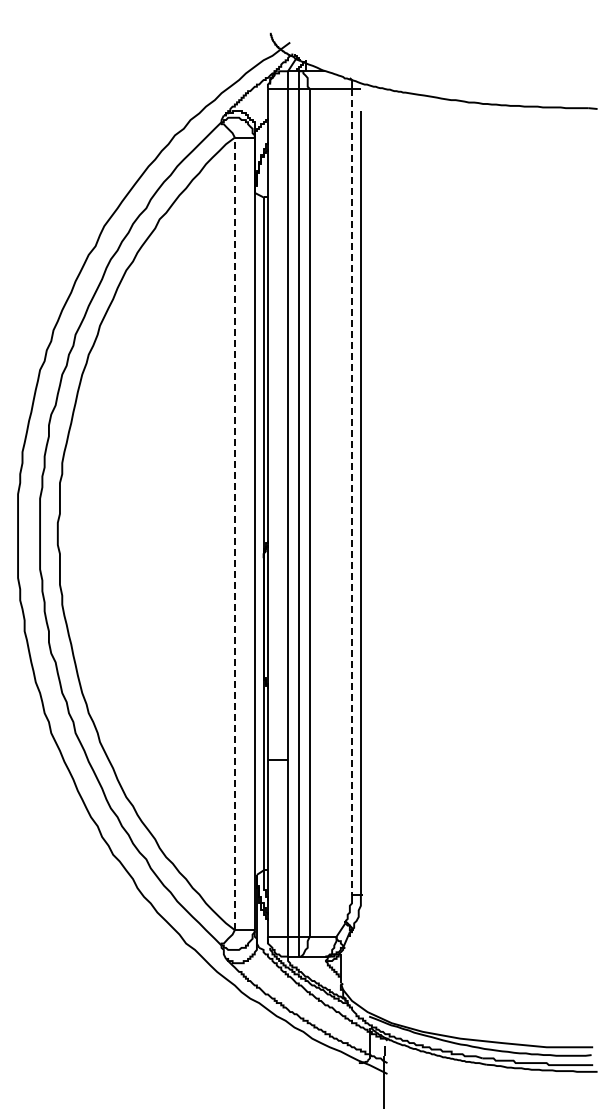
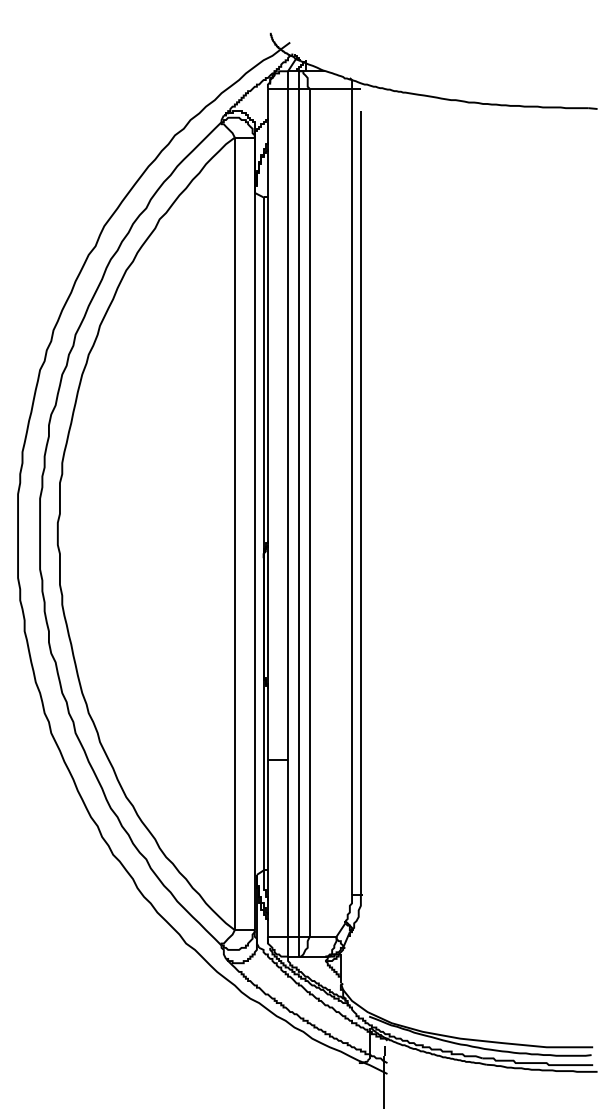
line at (352, 491): dashed -> solid
line at (234, 533): dashed -> solid
